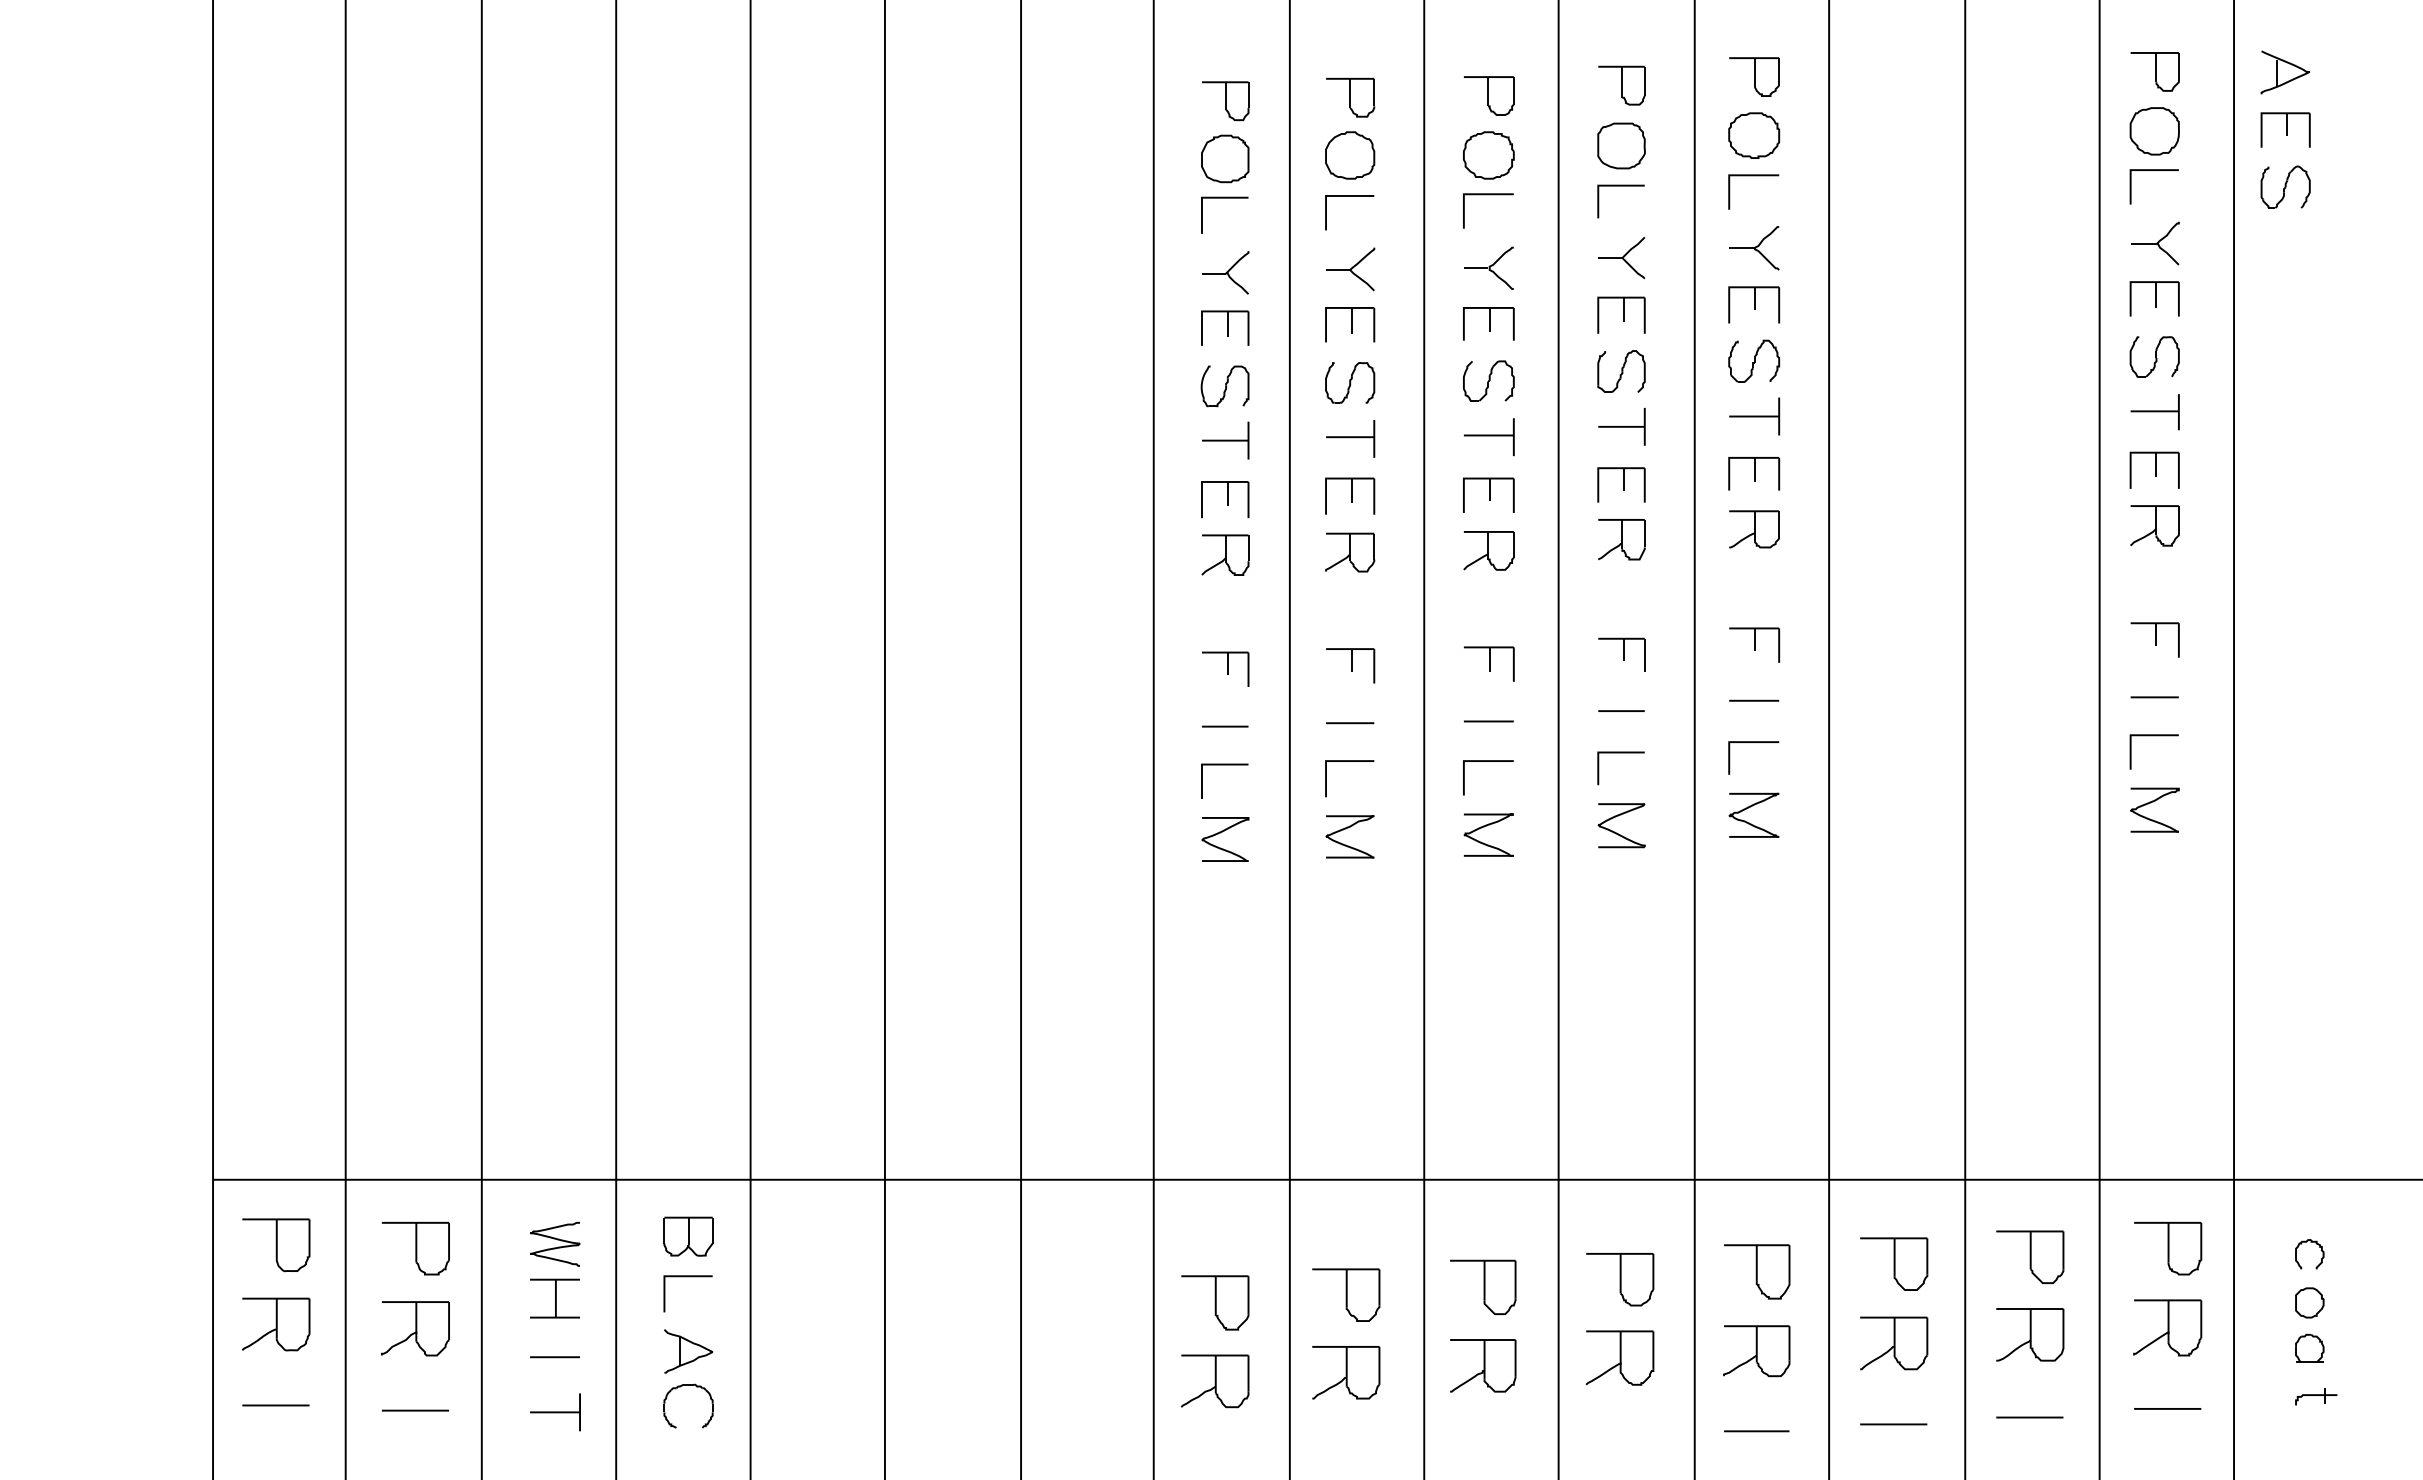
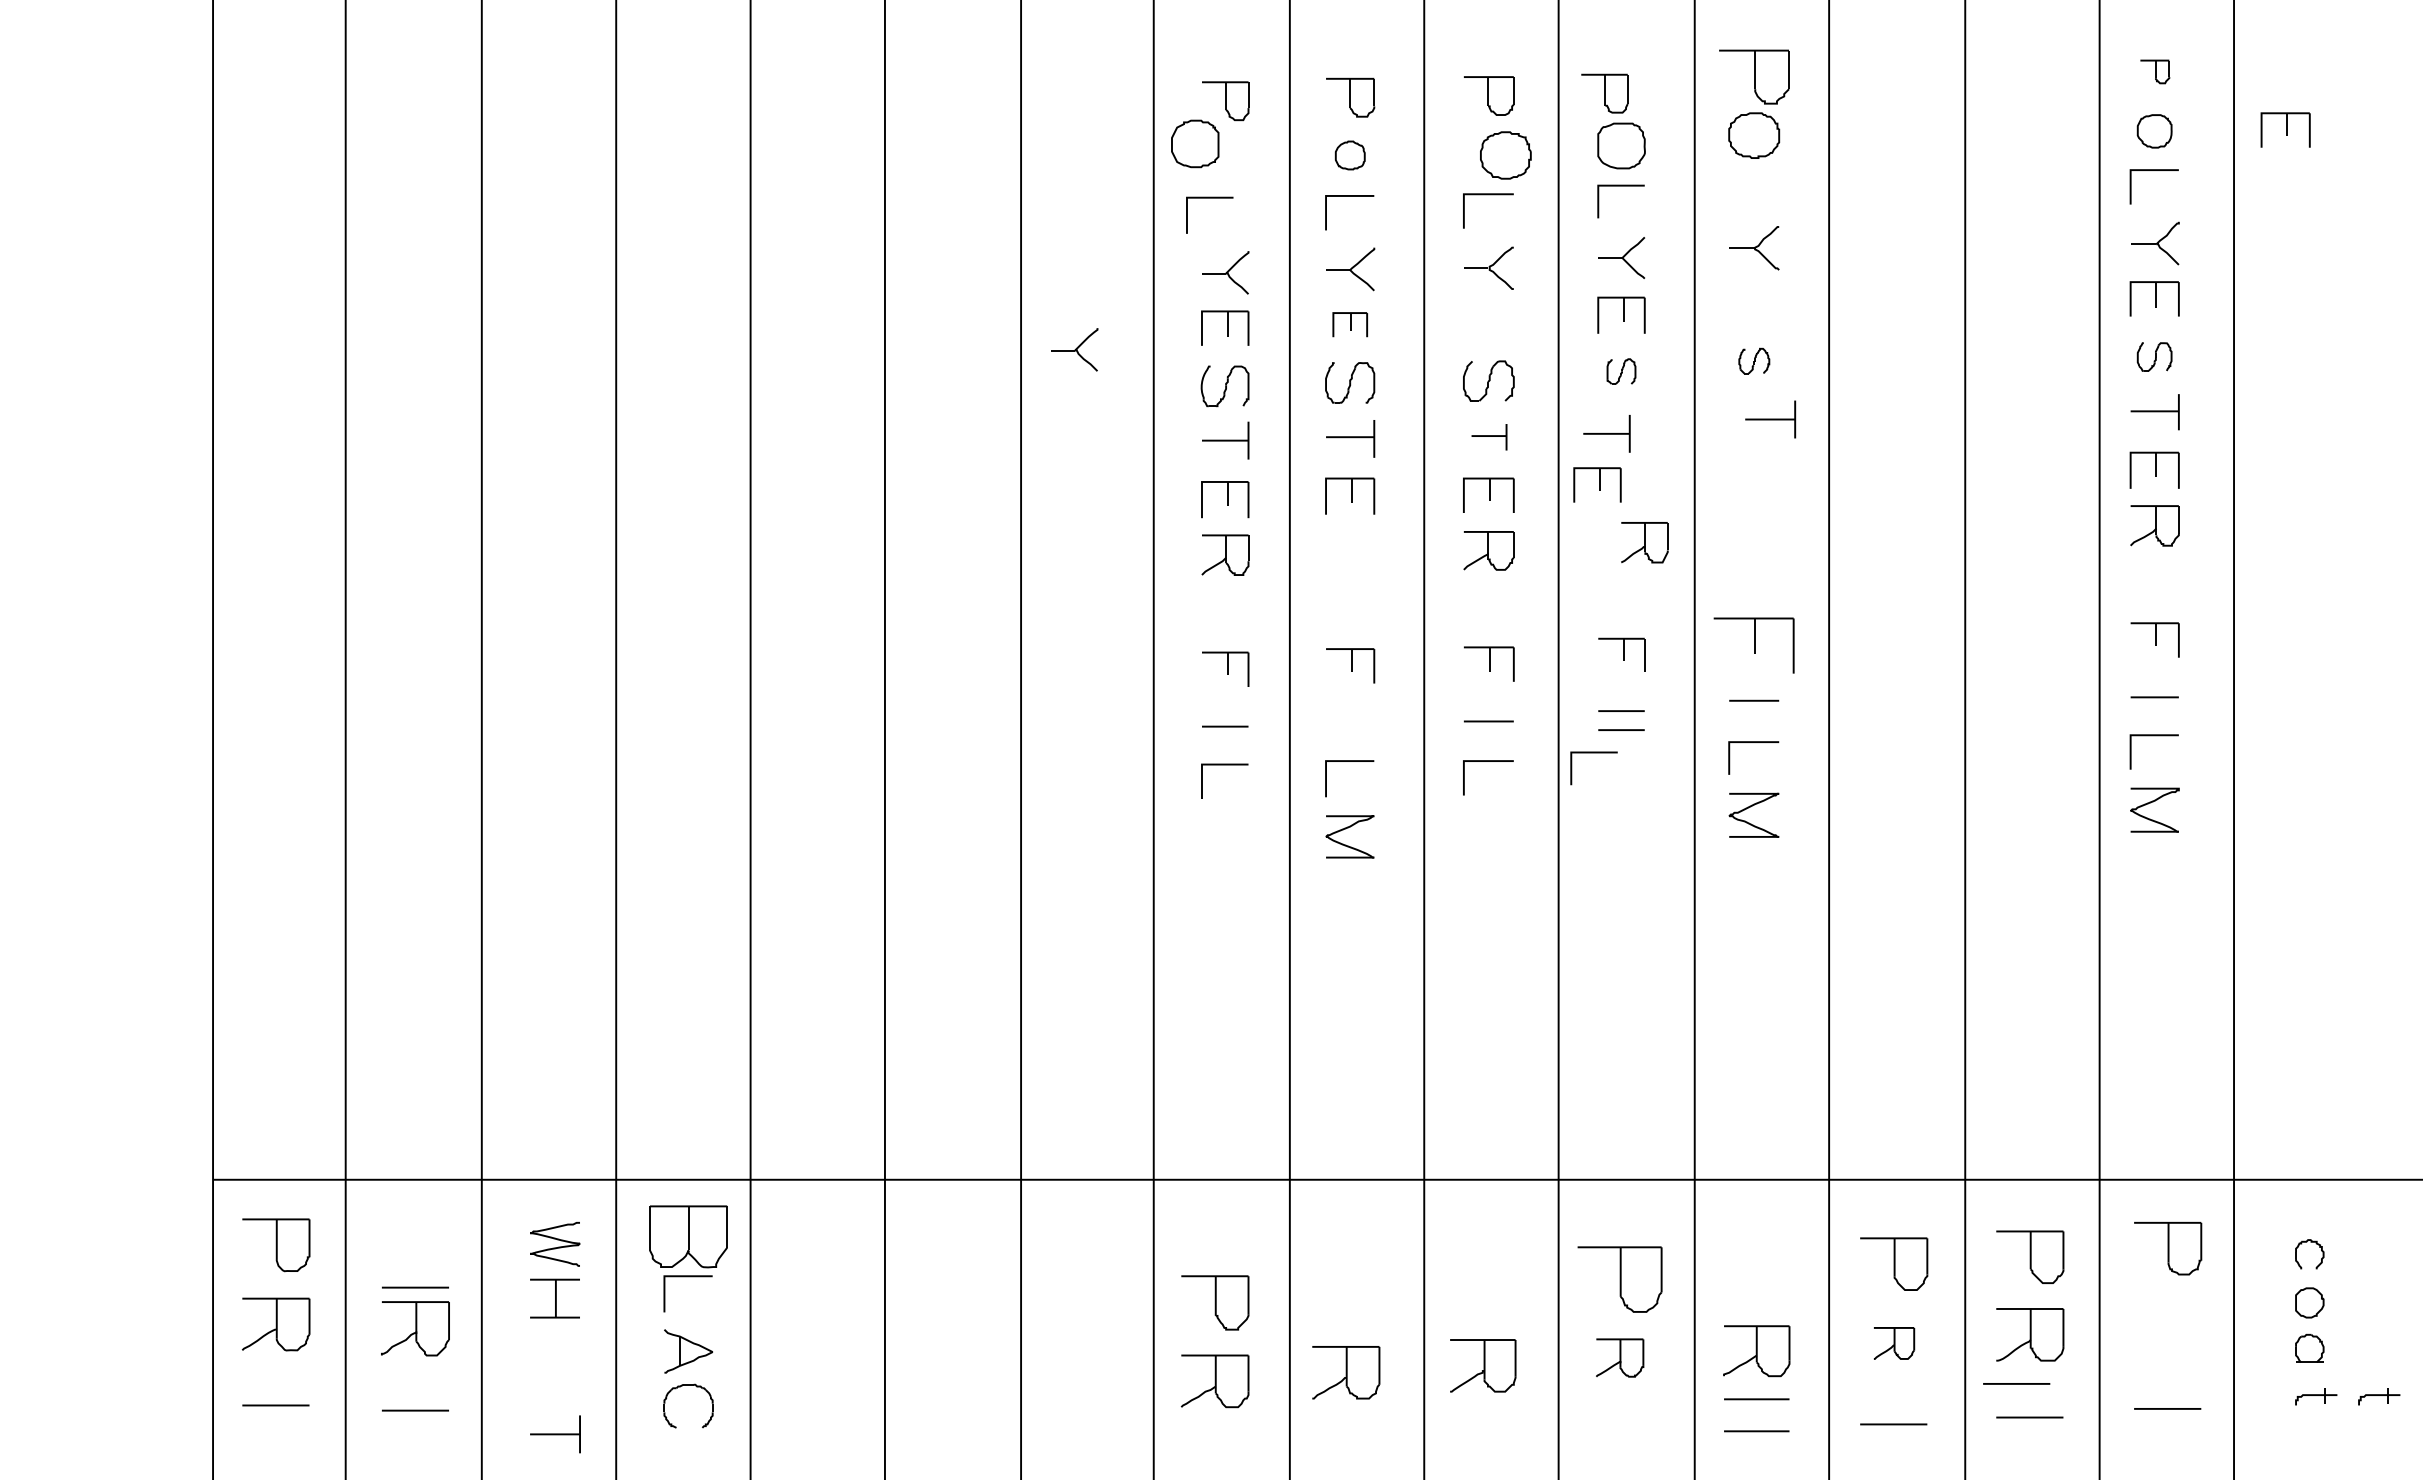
part at (2154, 71) size: 50x40 px -> 31x26 px
part at (2285, 72): present -> none
part at (1754, 76) size: 51x40 px -> 71x56 px
part at (1621, 85) position: (1621, 85) -> (1604, 93)
part at (2154, 131) size: 51x49 px -> 37x35 px
part at (1350, 155) size: 51x49 px -> 32x31 px
part at (1488, 155) position: (1488, 155) -> (1505, 155)
part at (1225, 158) position: (1225, 158) -> (1195, 143)
curve at (1753, 176): present -> none
part at (2285, 186): present -> none
curve at (1224, 198) position: (1224, 198) -> (1209, 198)
part at (1754, 304): present -> none
part at (1488, 323): present -> none
part at (1350, 324) size: 51x36 px -> 36x26 px
part at (1074, 349): none -> present
part at (2154, 356) size: 51x42 px -> 37x30 px
part at (1754, 360) size: 53x44 px -> 33x28 px
part at (1621, 371) size: 49x43 px -> 31x27 px
part at (1754, 416) position: (1754, 416) -> (1770, 419)
part at (1621, 426) position: (1621, 426) -> (1606, 433)
part at (1489, 437) size: 51x39 px -> 37x27 px
part at (1754, 473): present -> none
part at (1621, 484) position: (1621, 484) -> (1597, 484)
part at (1754, 529): present -> none
part at (1621, 539) position: (1621, 539) -> (1644, 542)
part at (1350, 552): present -> none
part at (1754, 644) size: 52x36 px -> 82x57 px
line at (1350, 723): present -> none
line at (1621, 729): none -> present
curve at (1620, 753) position: (1620, 753) -> (1593, 753)
part at (1484, 827): present -> none
part at (1222, 832): present -> none
part at (1618, 833): present -> none
part at (688, 1236) size: 51x41 px -> 79x64 px
part at (415, 1248): present -> none
part at (1757, 1271): present -> none
part at (1620, 1279) size: 69x54 px -> 86x67 px
part at (1483, 1286): present -> none
line at (415, 1287): none -> present
part at (1346, 1294): present -> none
part at (2167, 1327): present -> none
part at (1894, 1343) size: 69x55 px -> 42x33 px
line at (554, 1357): present -> none
part at (1619, 1357) size: 70x56 px -> 49x40 px
line at (2016, 1383): none -> present
part at (2379, 1396): none -> present
line at (1756, 1399): none -> present
part at (555, 1412) position: (555, 1412) -> (555, 1434)
